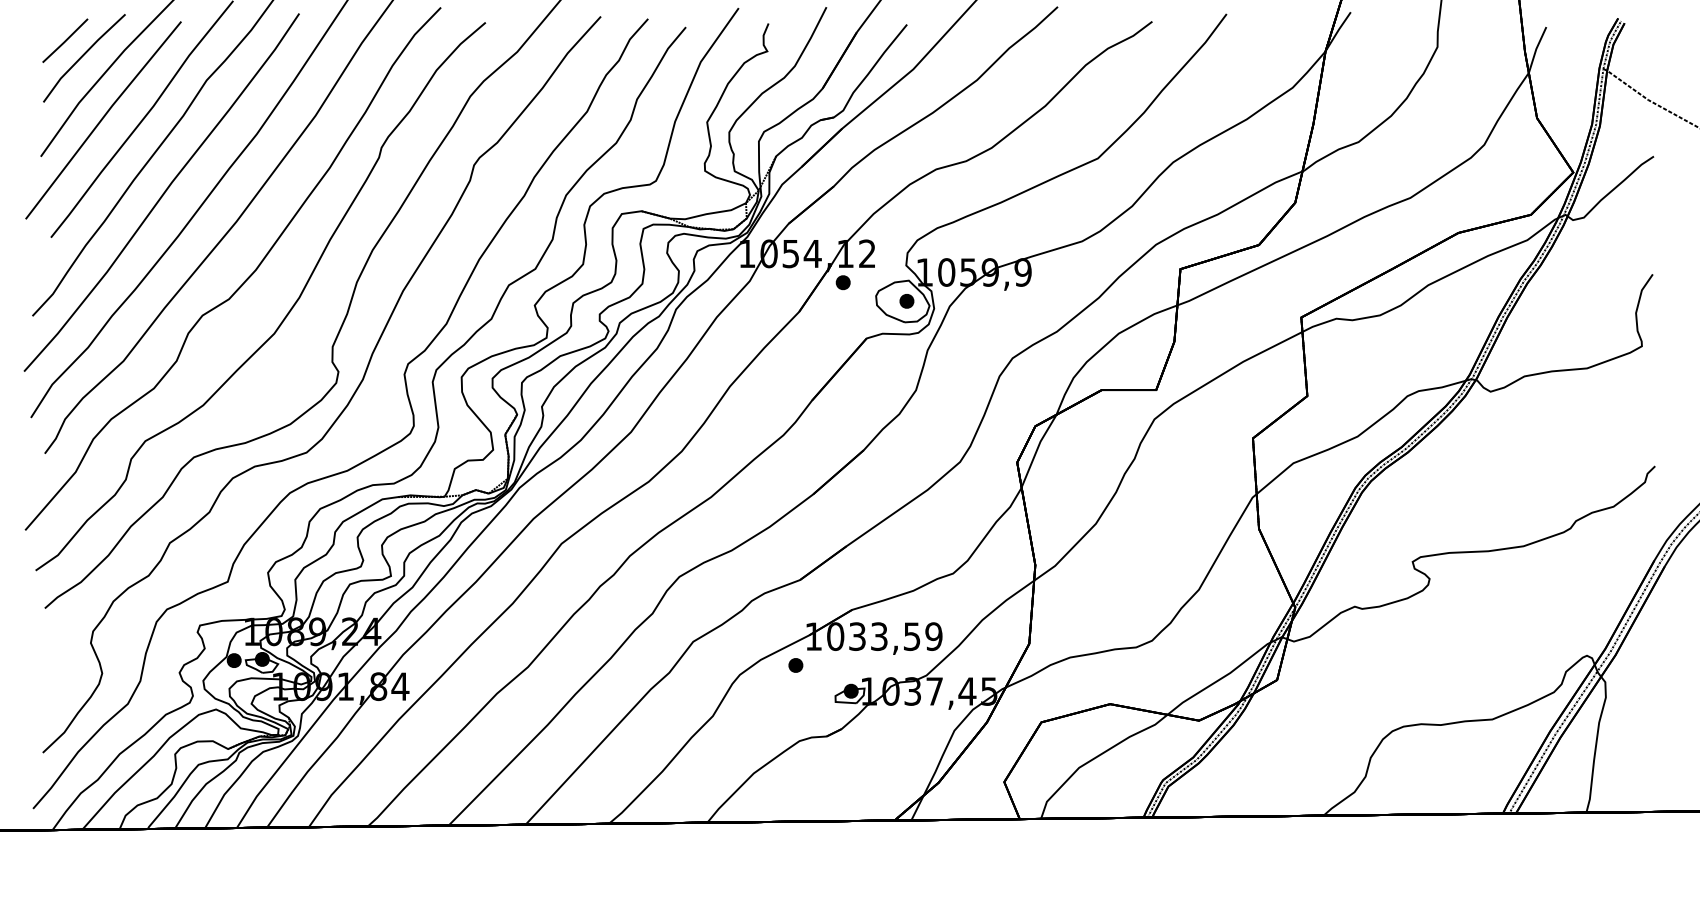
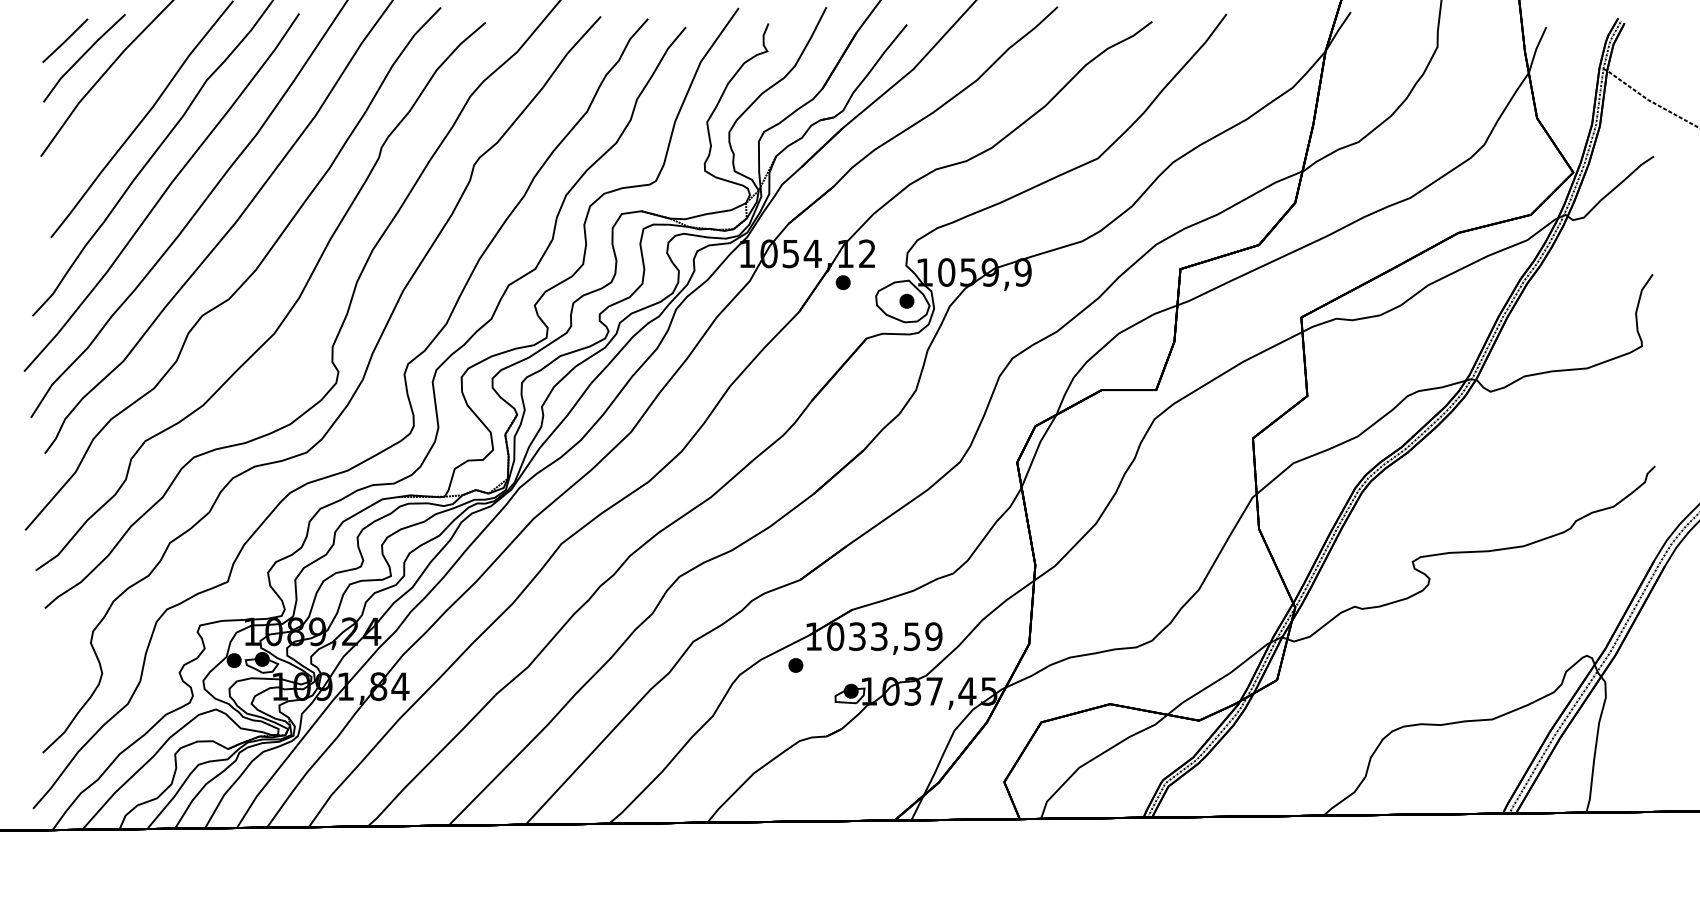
part at (103, 120): present -> none
